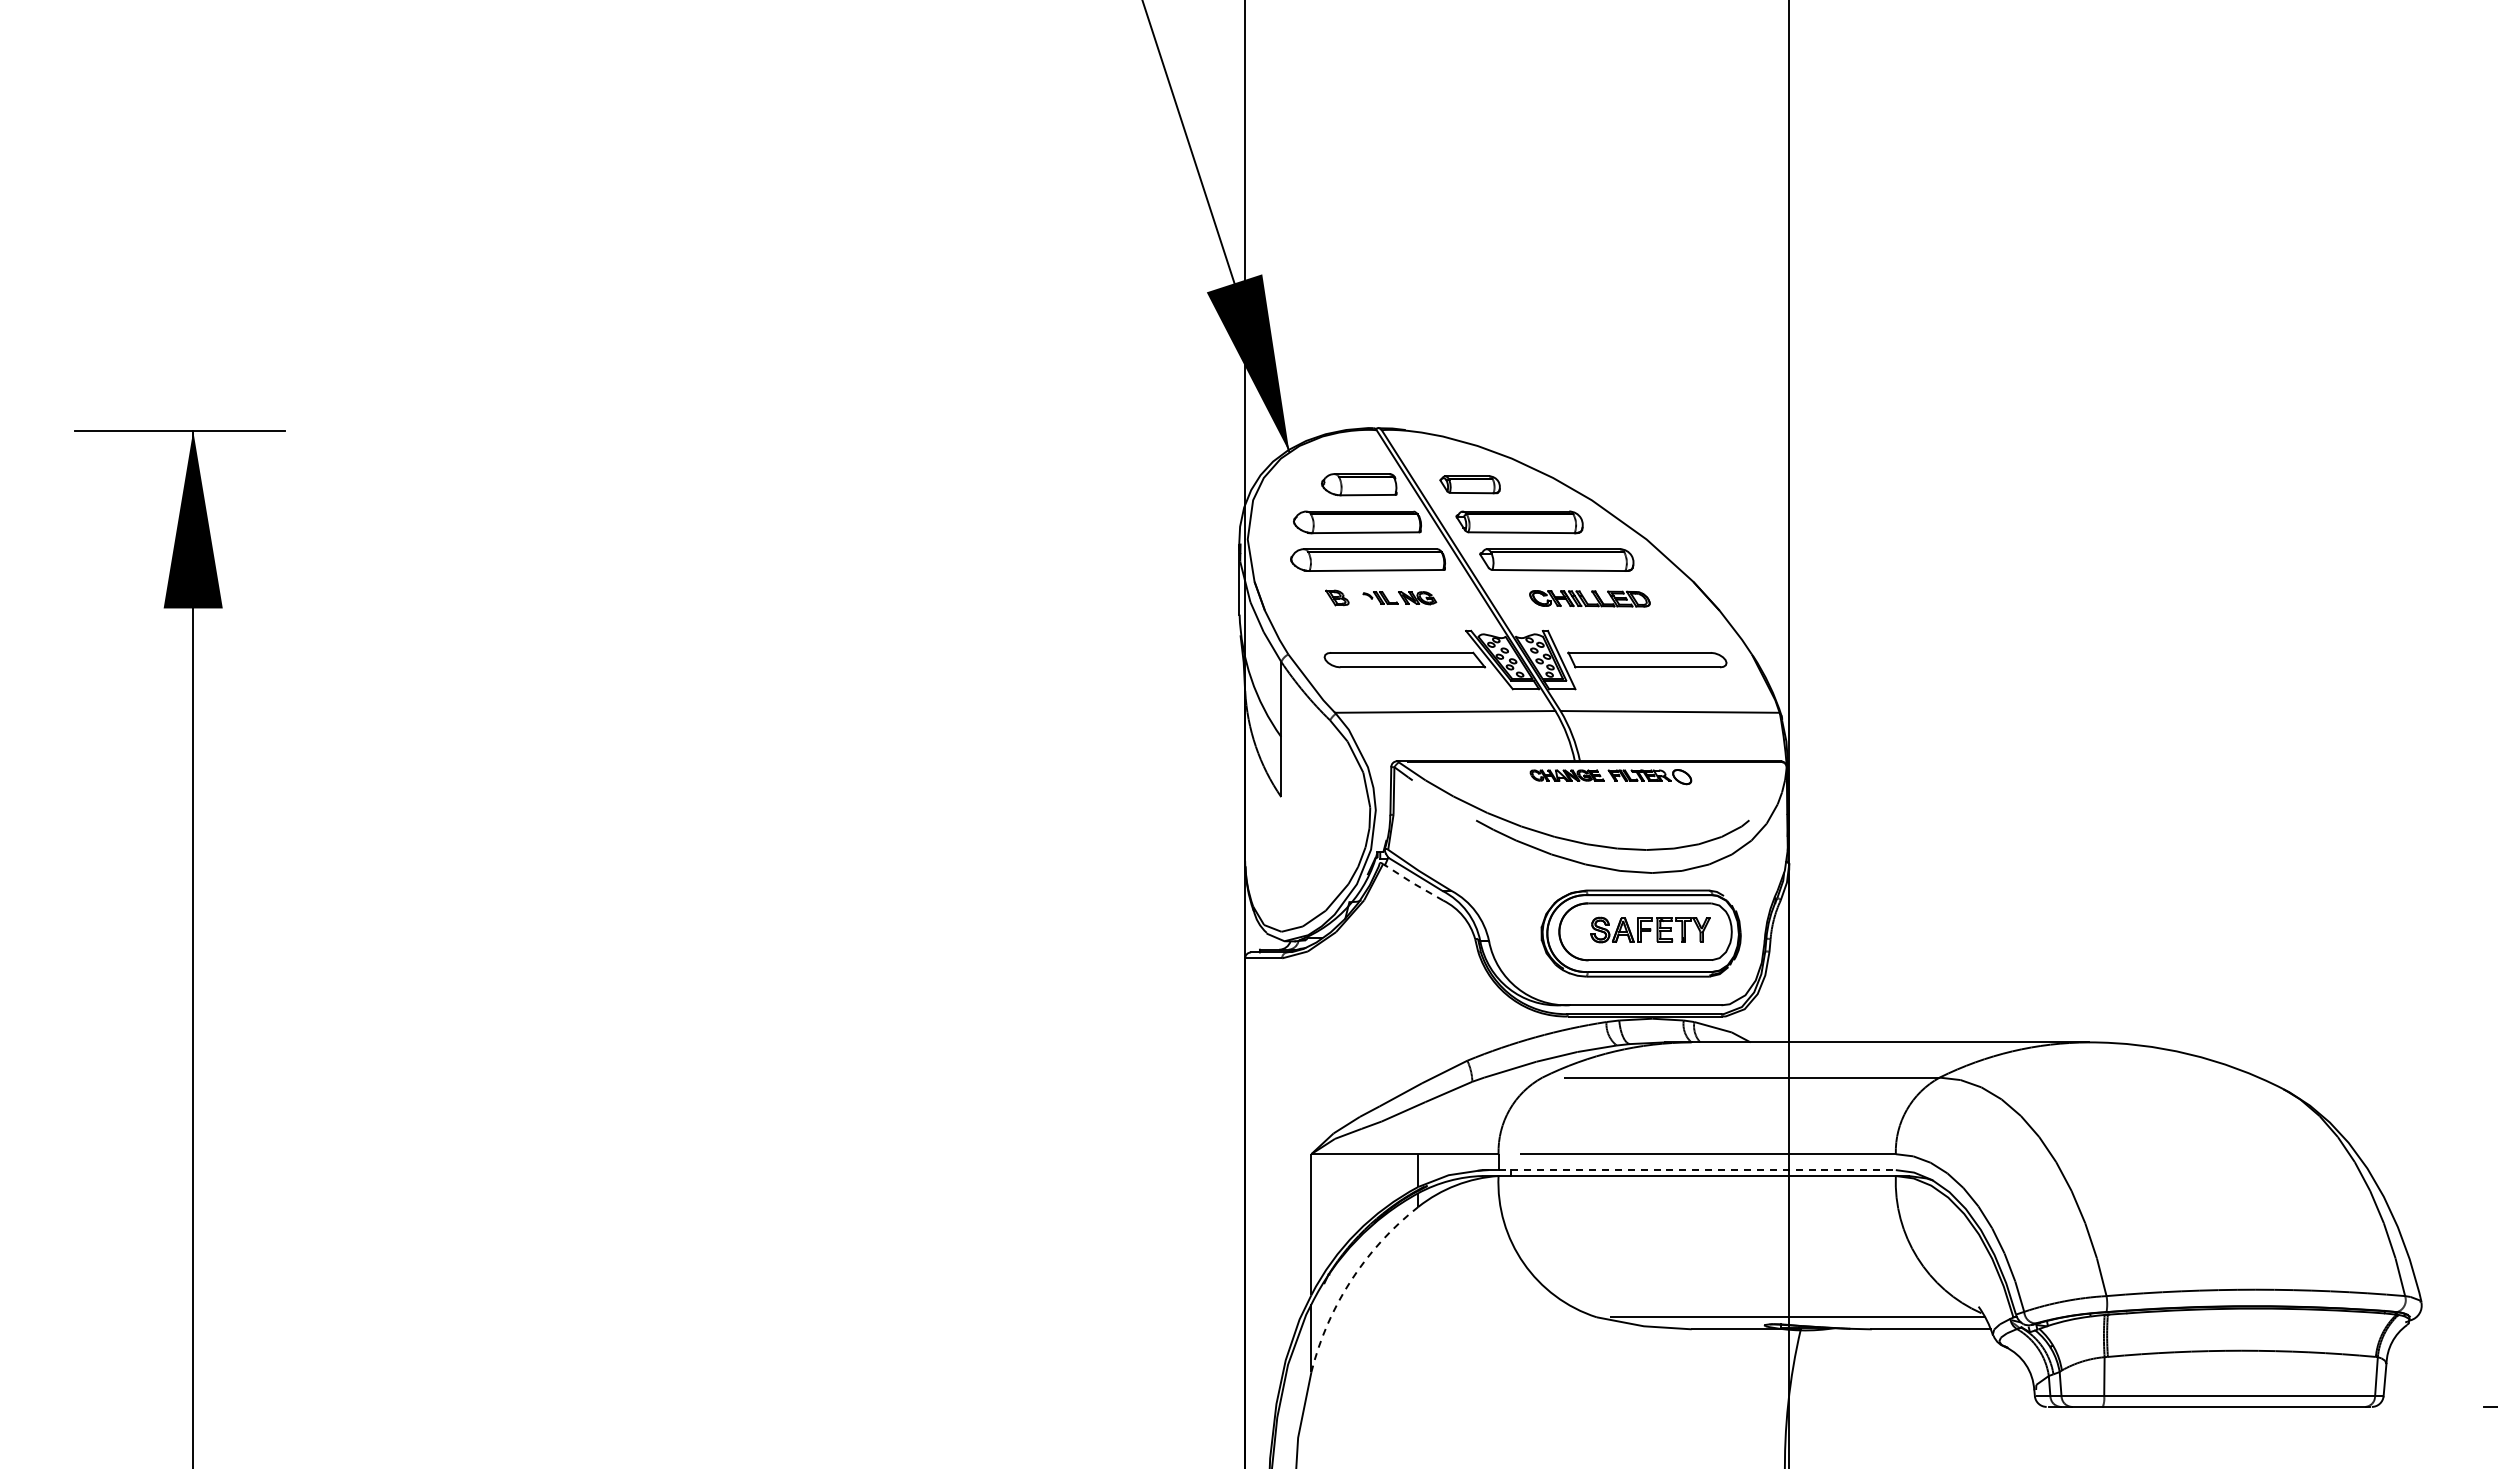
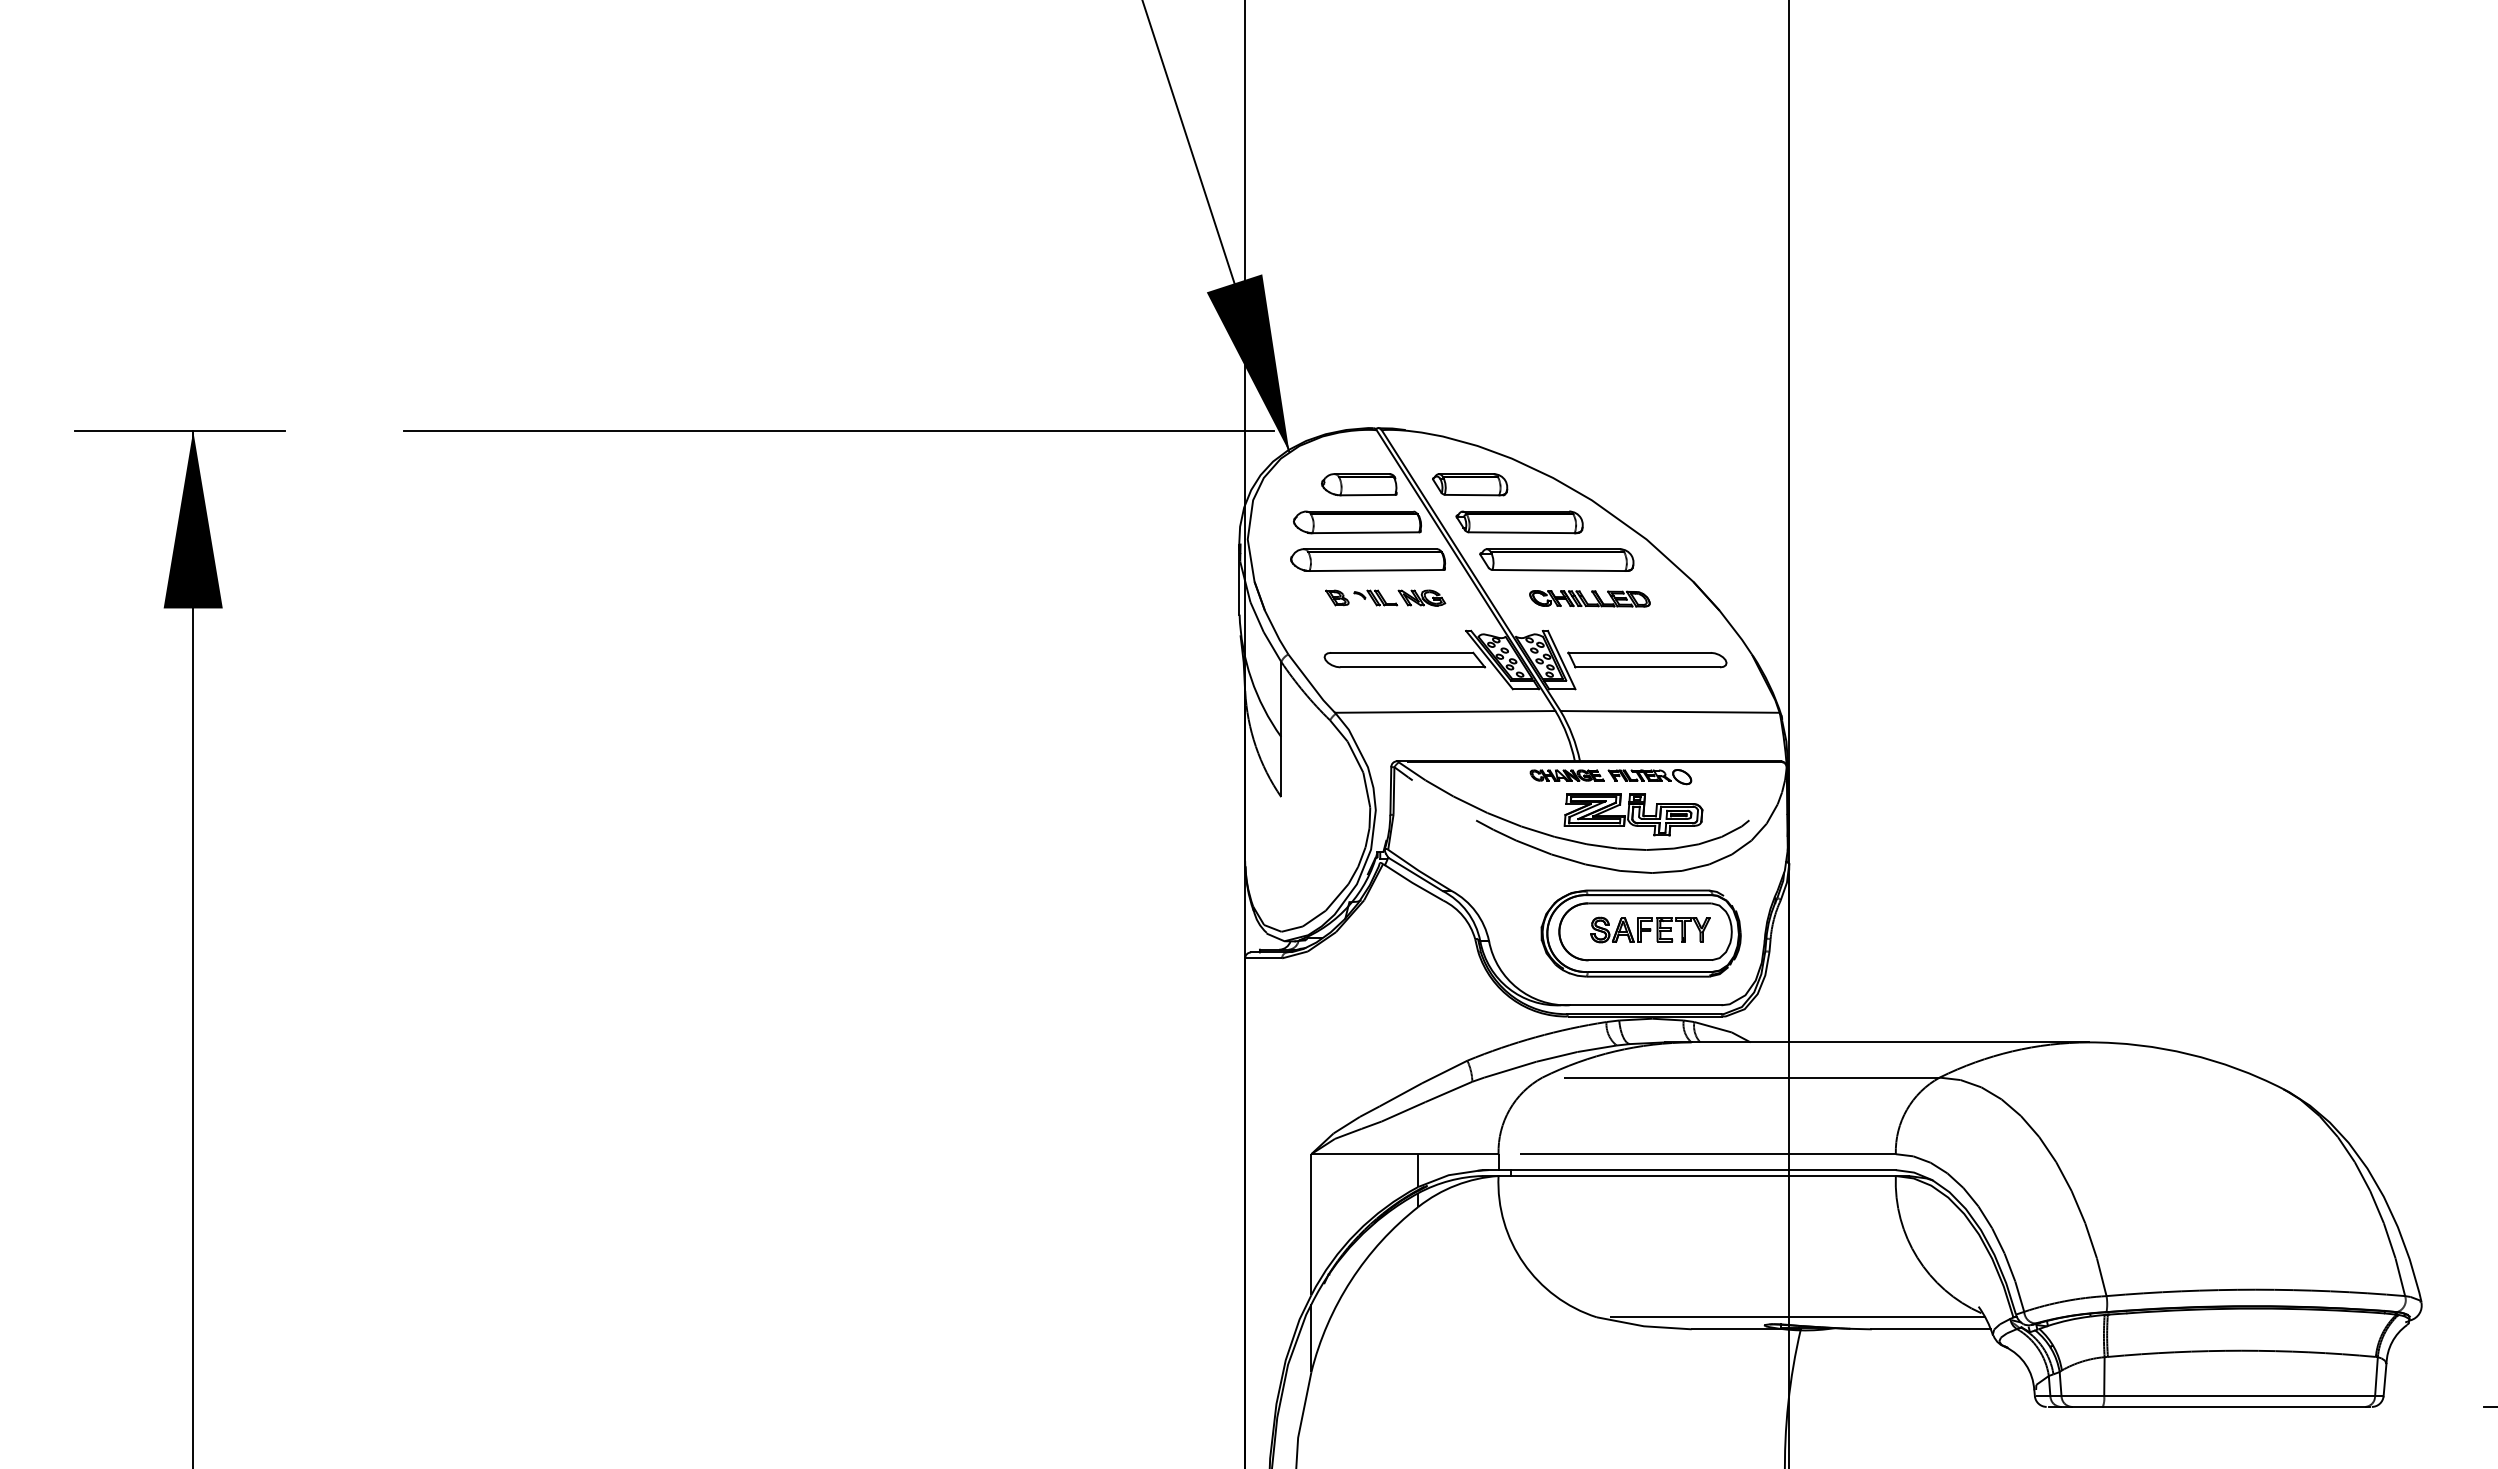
line at (838, 430): none -> present
part at (1469, 484) size: 62x20 px -> 77x24 px
part at (1399, 598) size: 76x15 px -> 94x18 px
part at (1633, 814): none -> present
line at (1412, 882): dashed -> solid
line at (1697, 1170): dashed -> solid
arc at (1351, 1280): dashed -> solid
